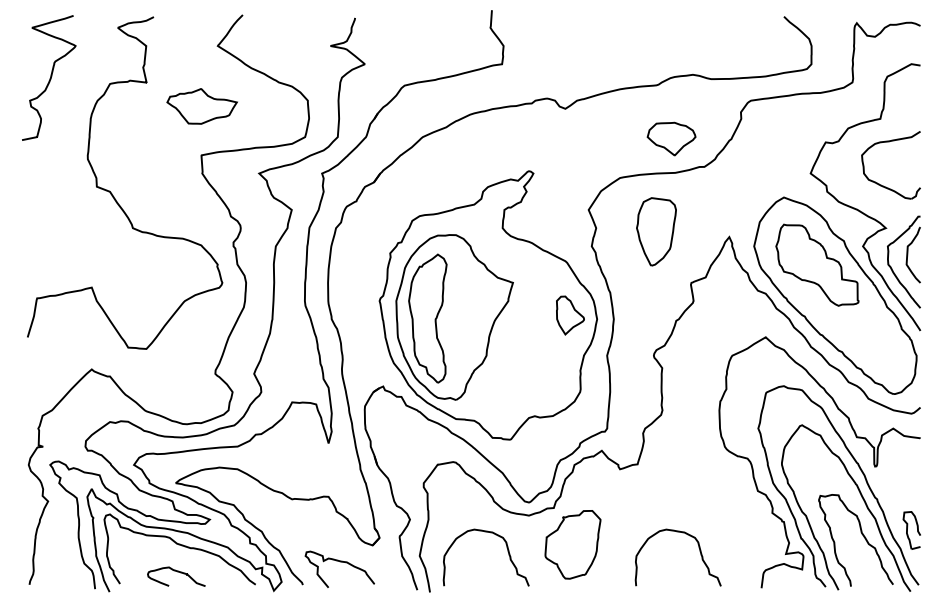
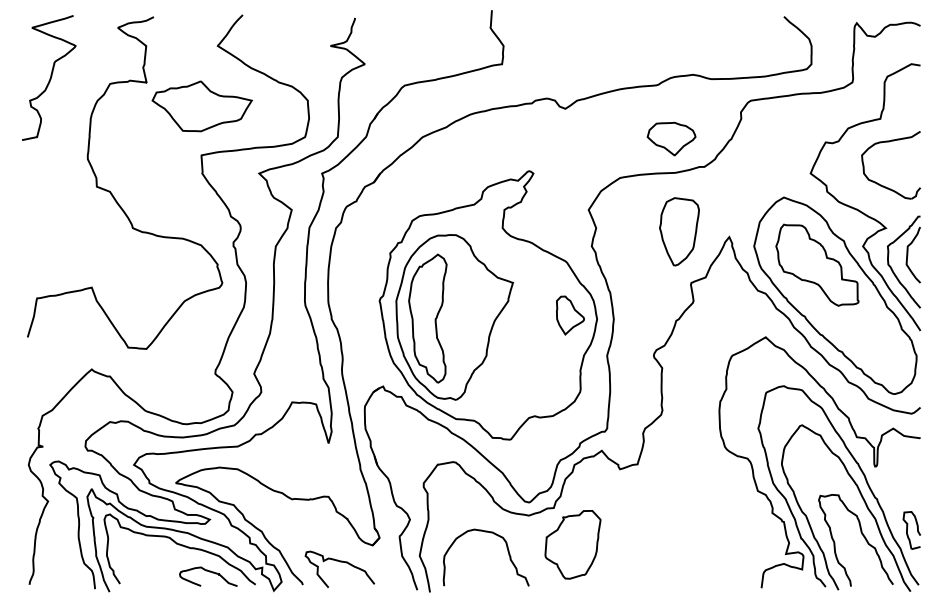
part at (201, 106) size: 72x37 px -> 102x53 px
part at (656, 231) position: (656, 231) -> (679, 231)
curve at (699, 551): present -> none
curve at (177, 572) position: (177, 572) -> (209, 572)
